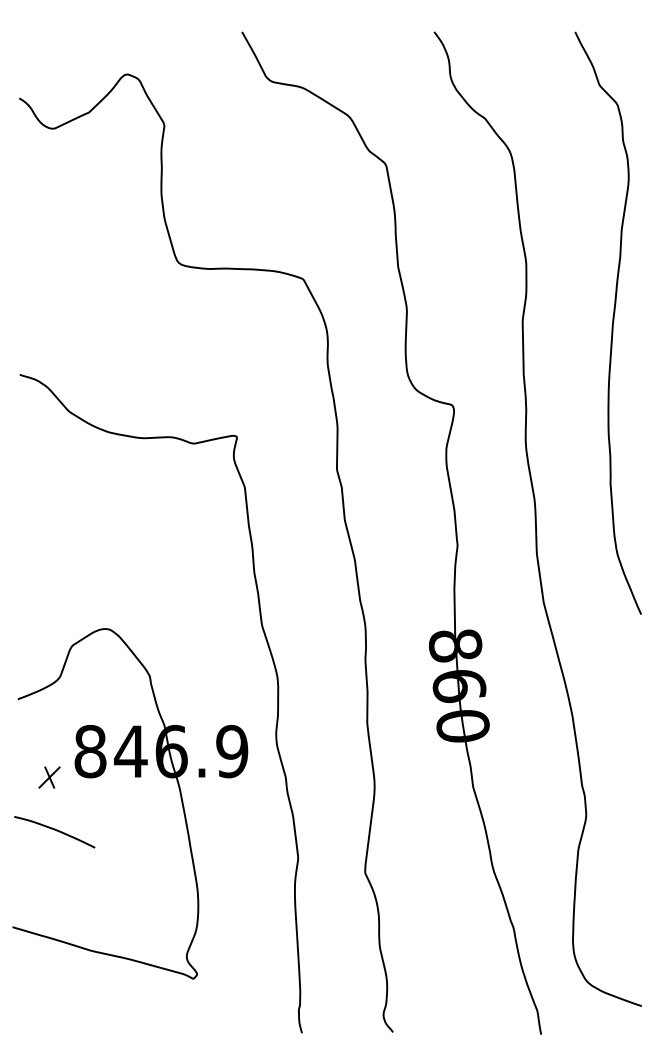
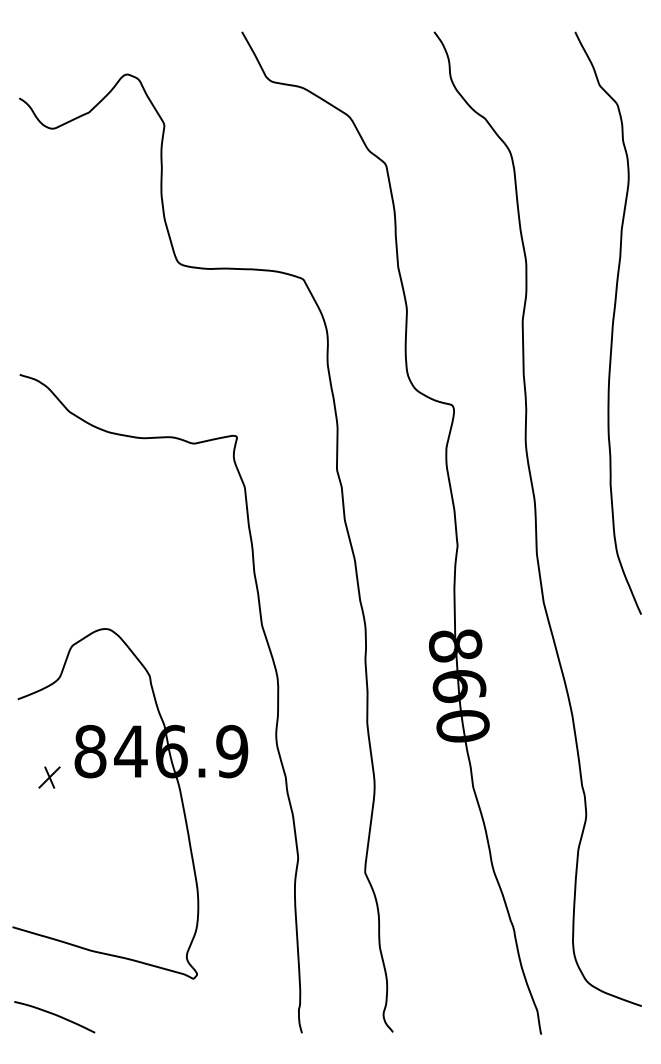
curve at (54, 830) position: (54, 830) -> (54, 1015)
